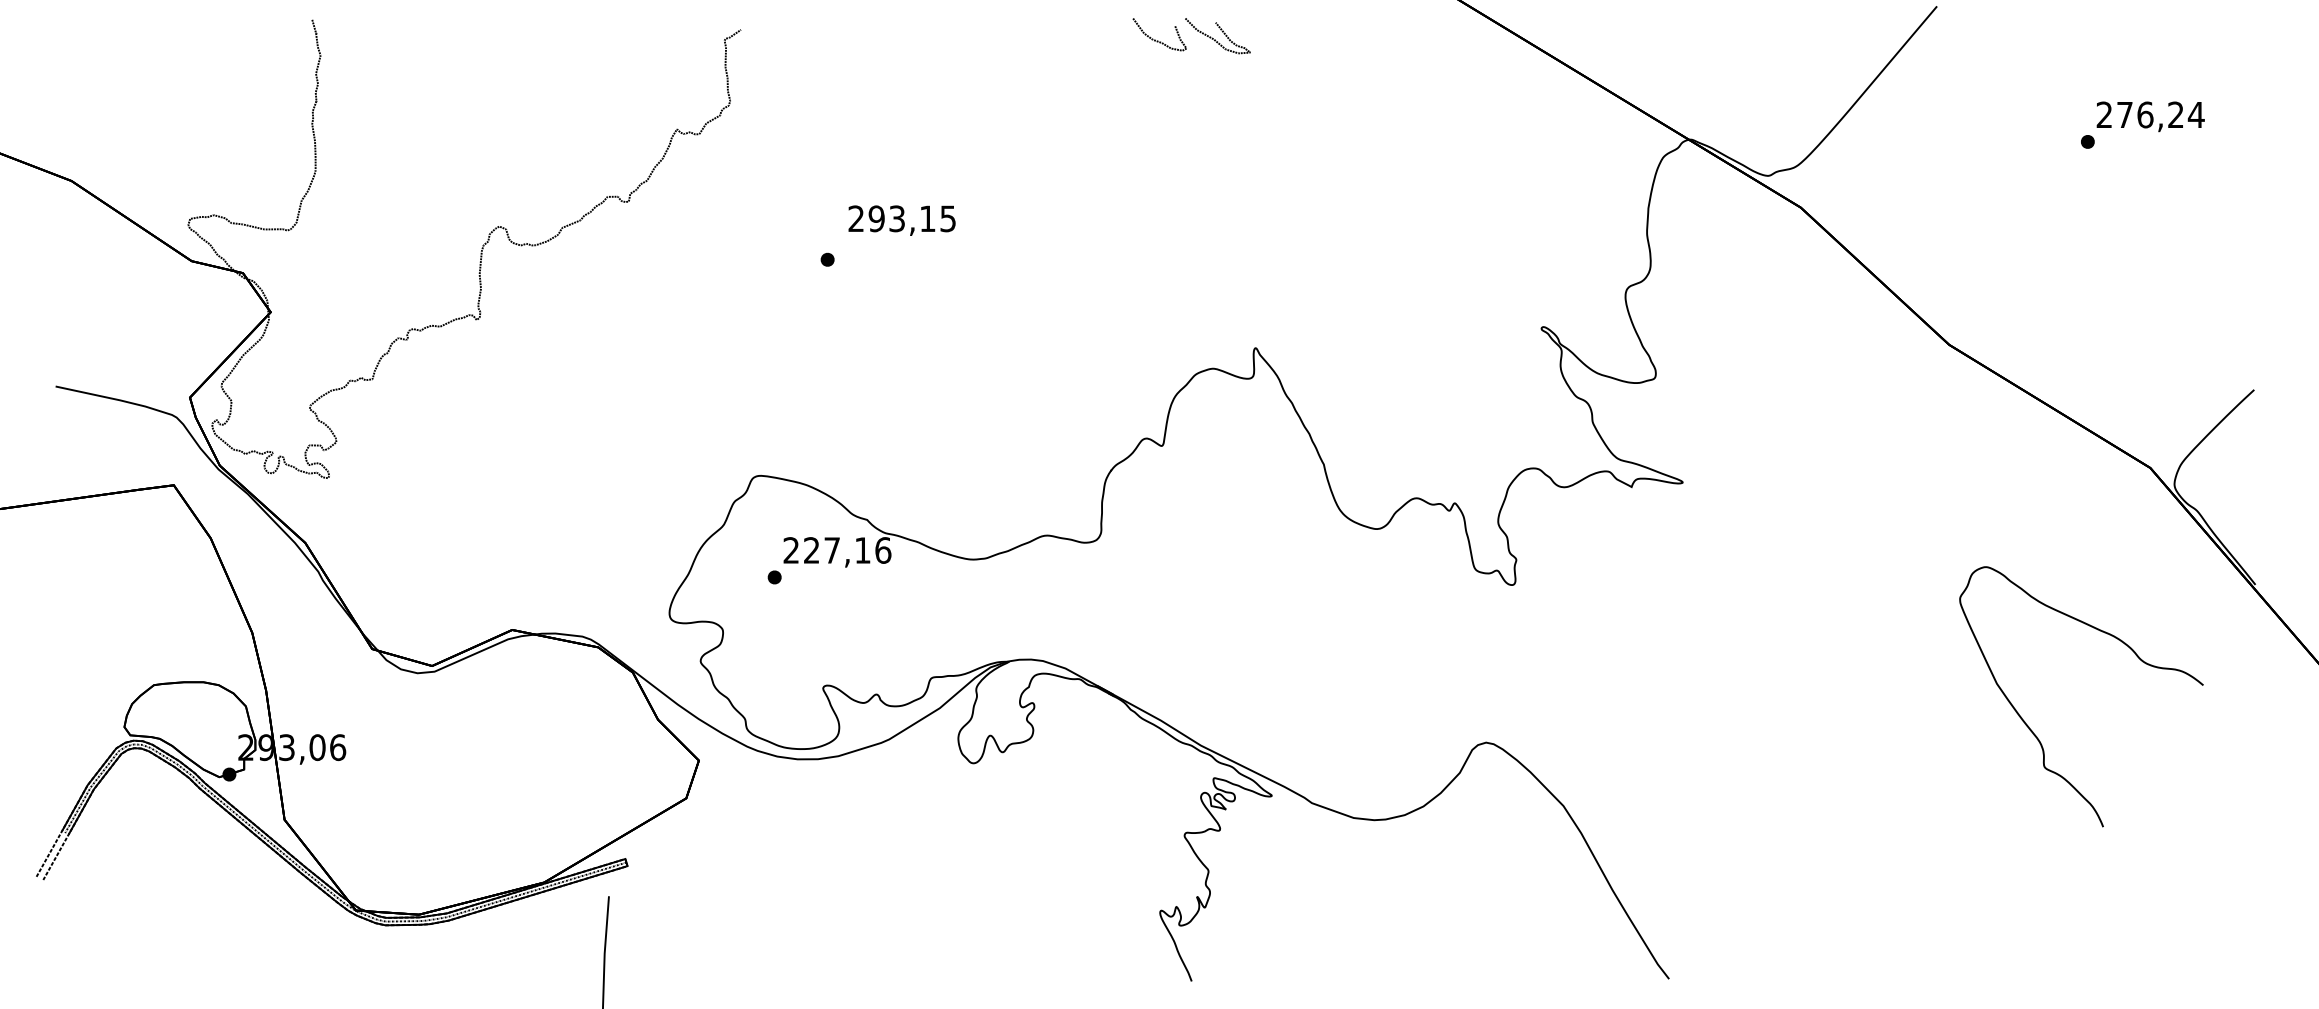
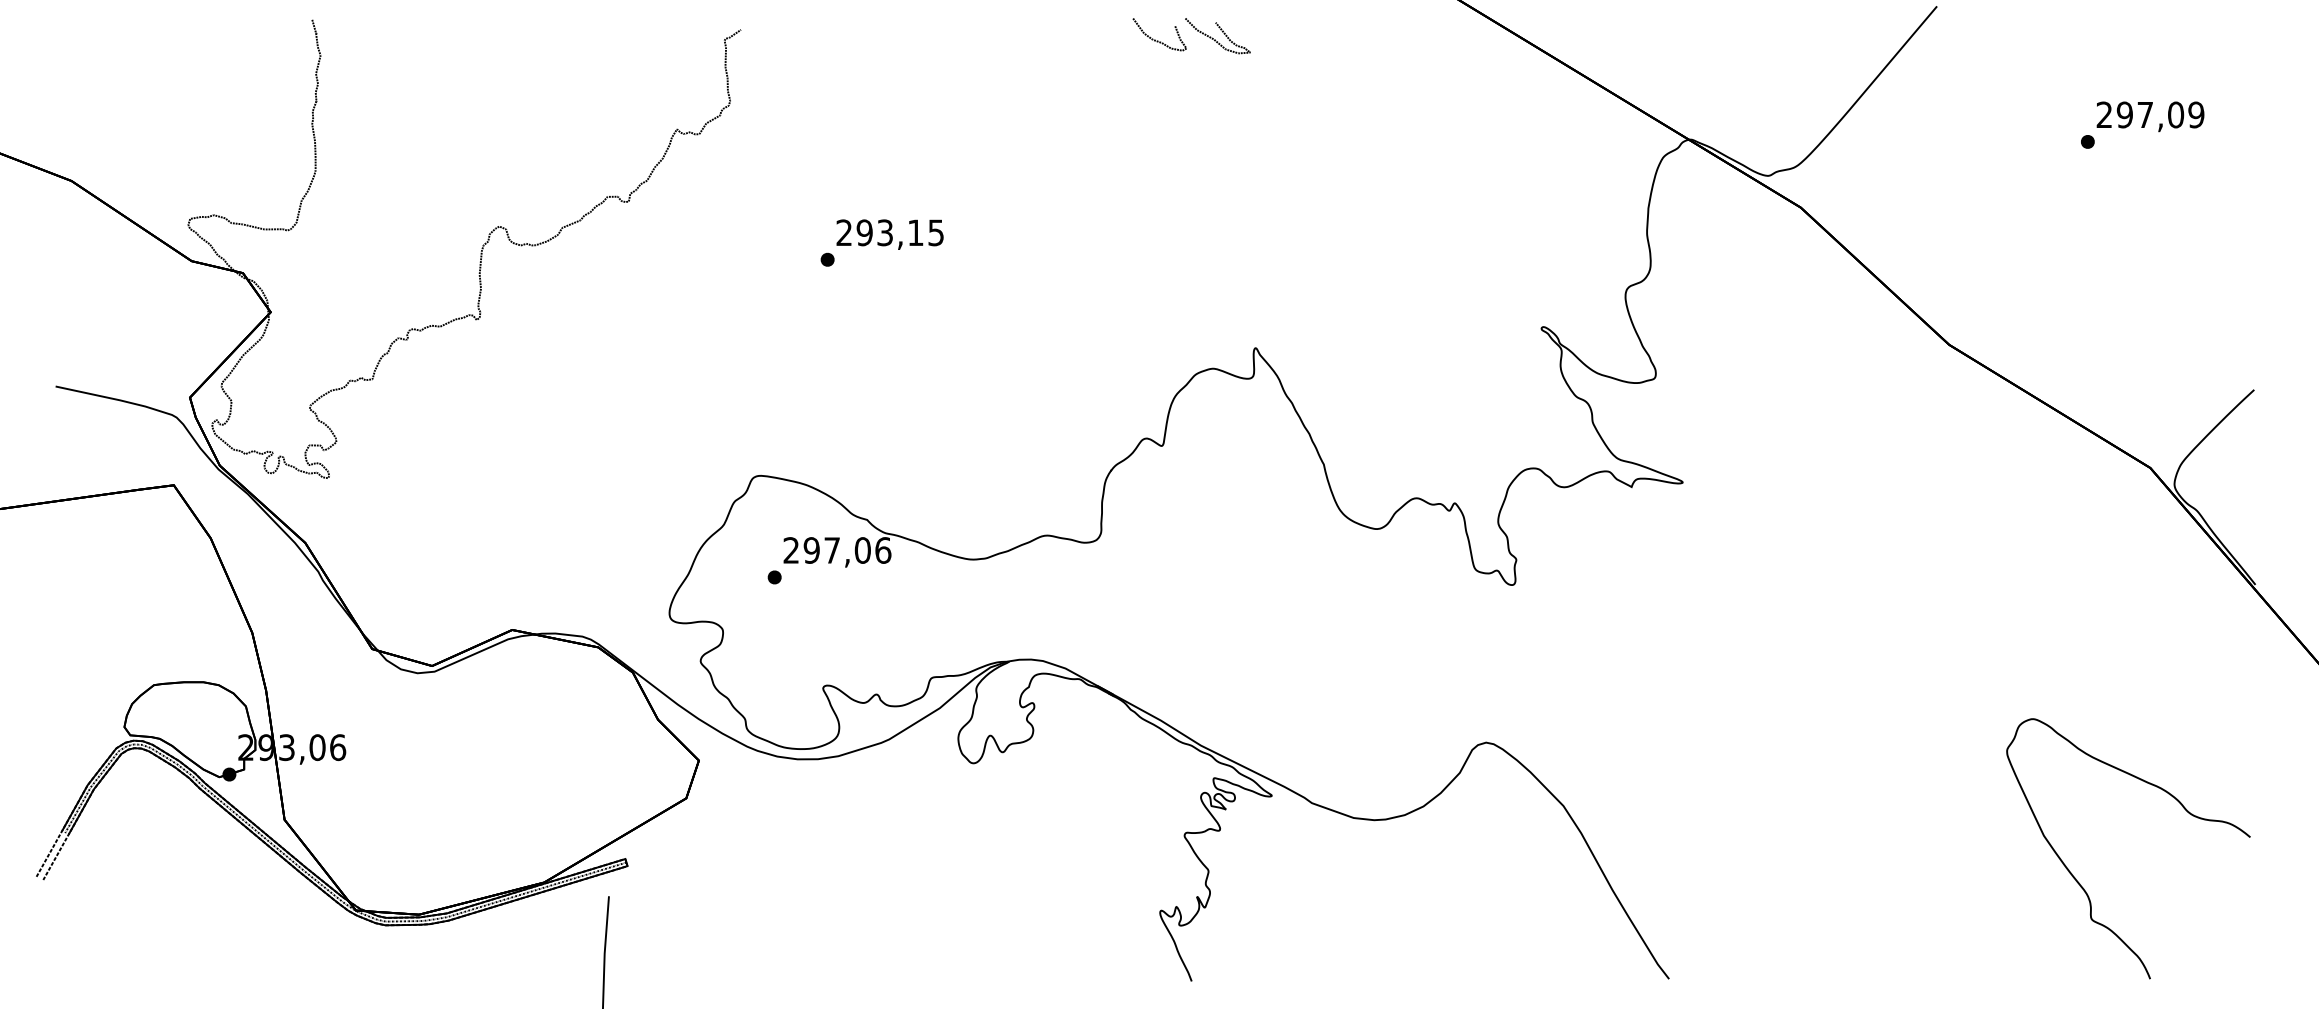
text at (2160, 114): 276,24 -> 297,09
text at (901, 220) position: (901, 220) -> (889, 234)
text at (836, 550): 227,16 -> 297,06
curve at (2033, 731) position: (2033, 731) -> (2080, 883)
